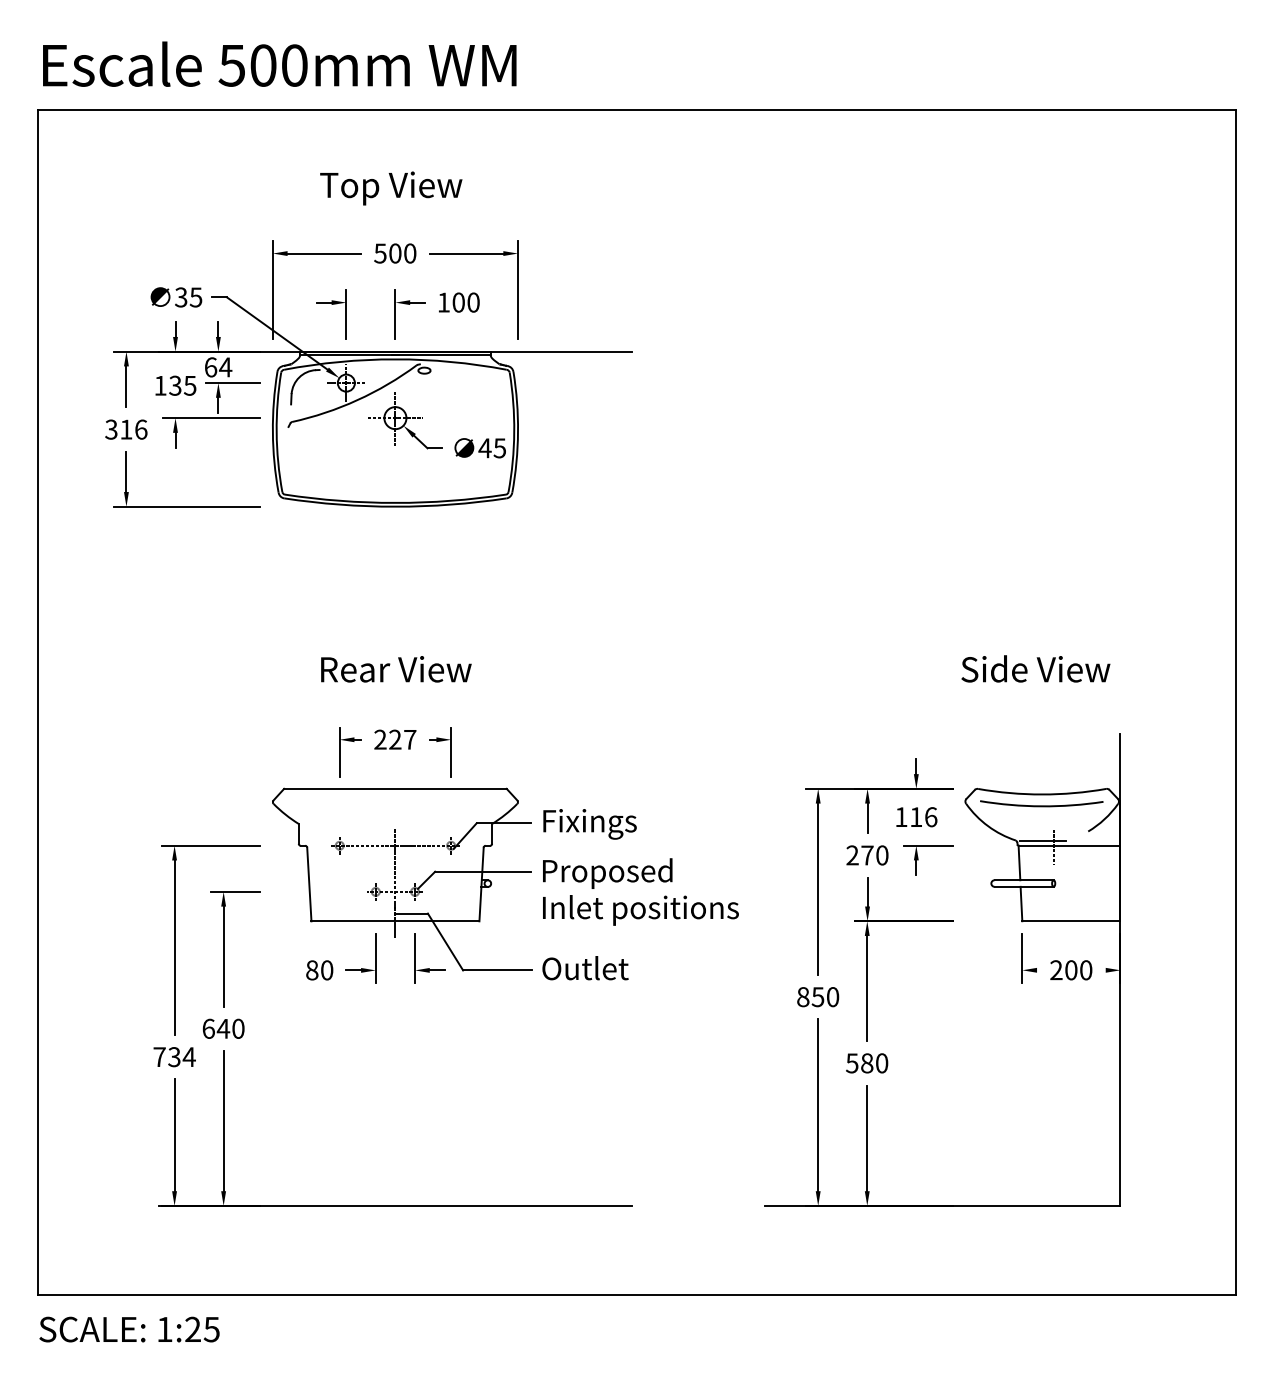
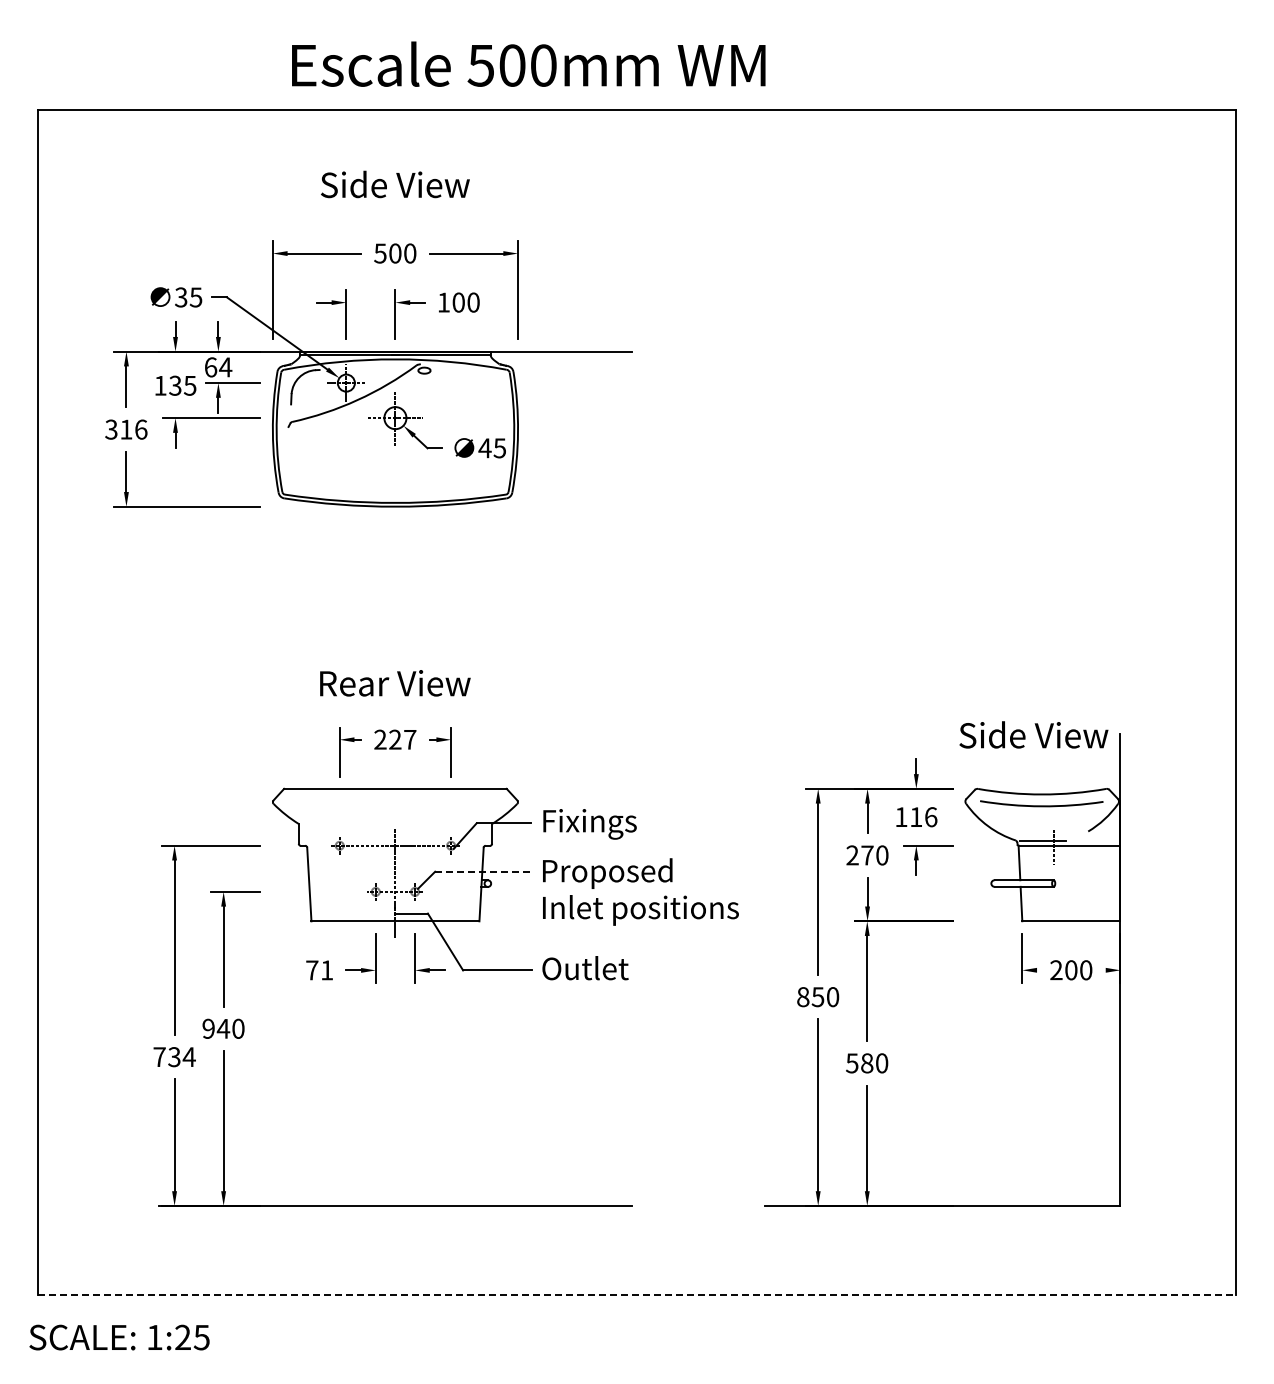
text at (279, 63) position: (279, 63) -> (528, 63)
text at (394, 187): Top View -> Side View
text at (1035, 668) position: (1035, 668) -> (1033, 734)
text at (396, 669) position: (396, 669) -> (395, 683)
line at (483, 871): solid -> dashed
text at (319, 970): 80 -> 71
text at (208, 1028): 640 -> 940
line at (636, 1295): solid -> dashed
text at (129, 1329) position: (129, 1329) -> (119, 1337)
